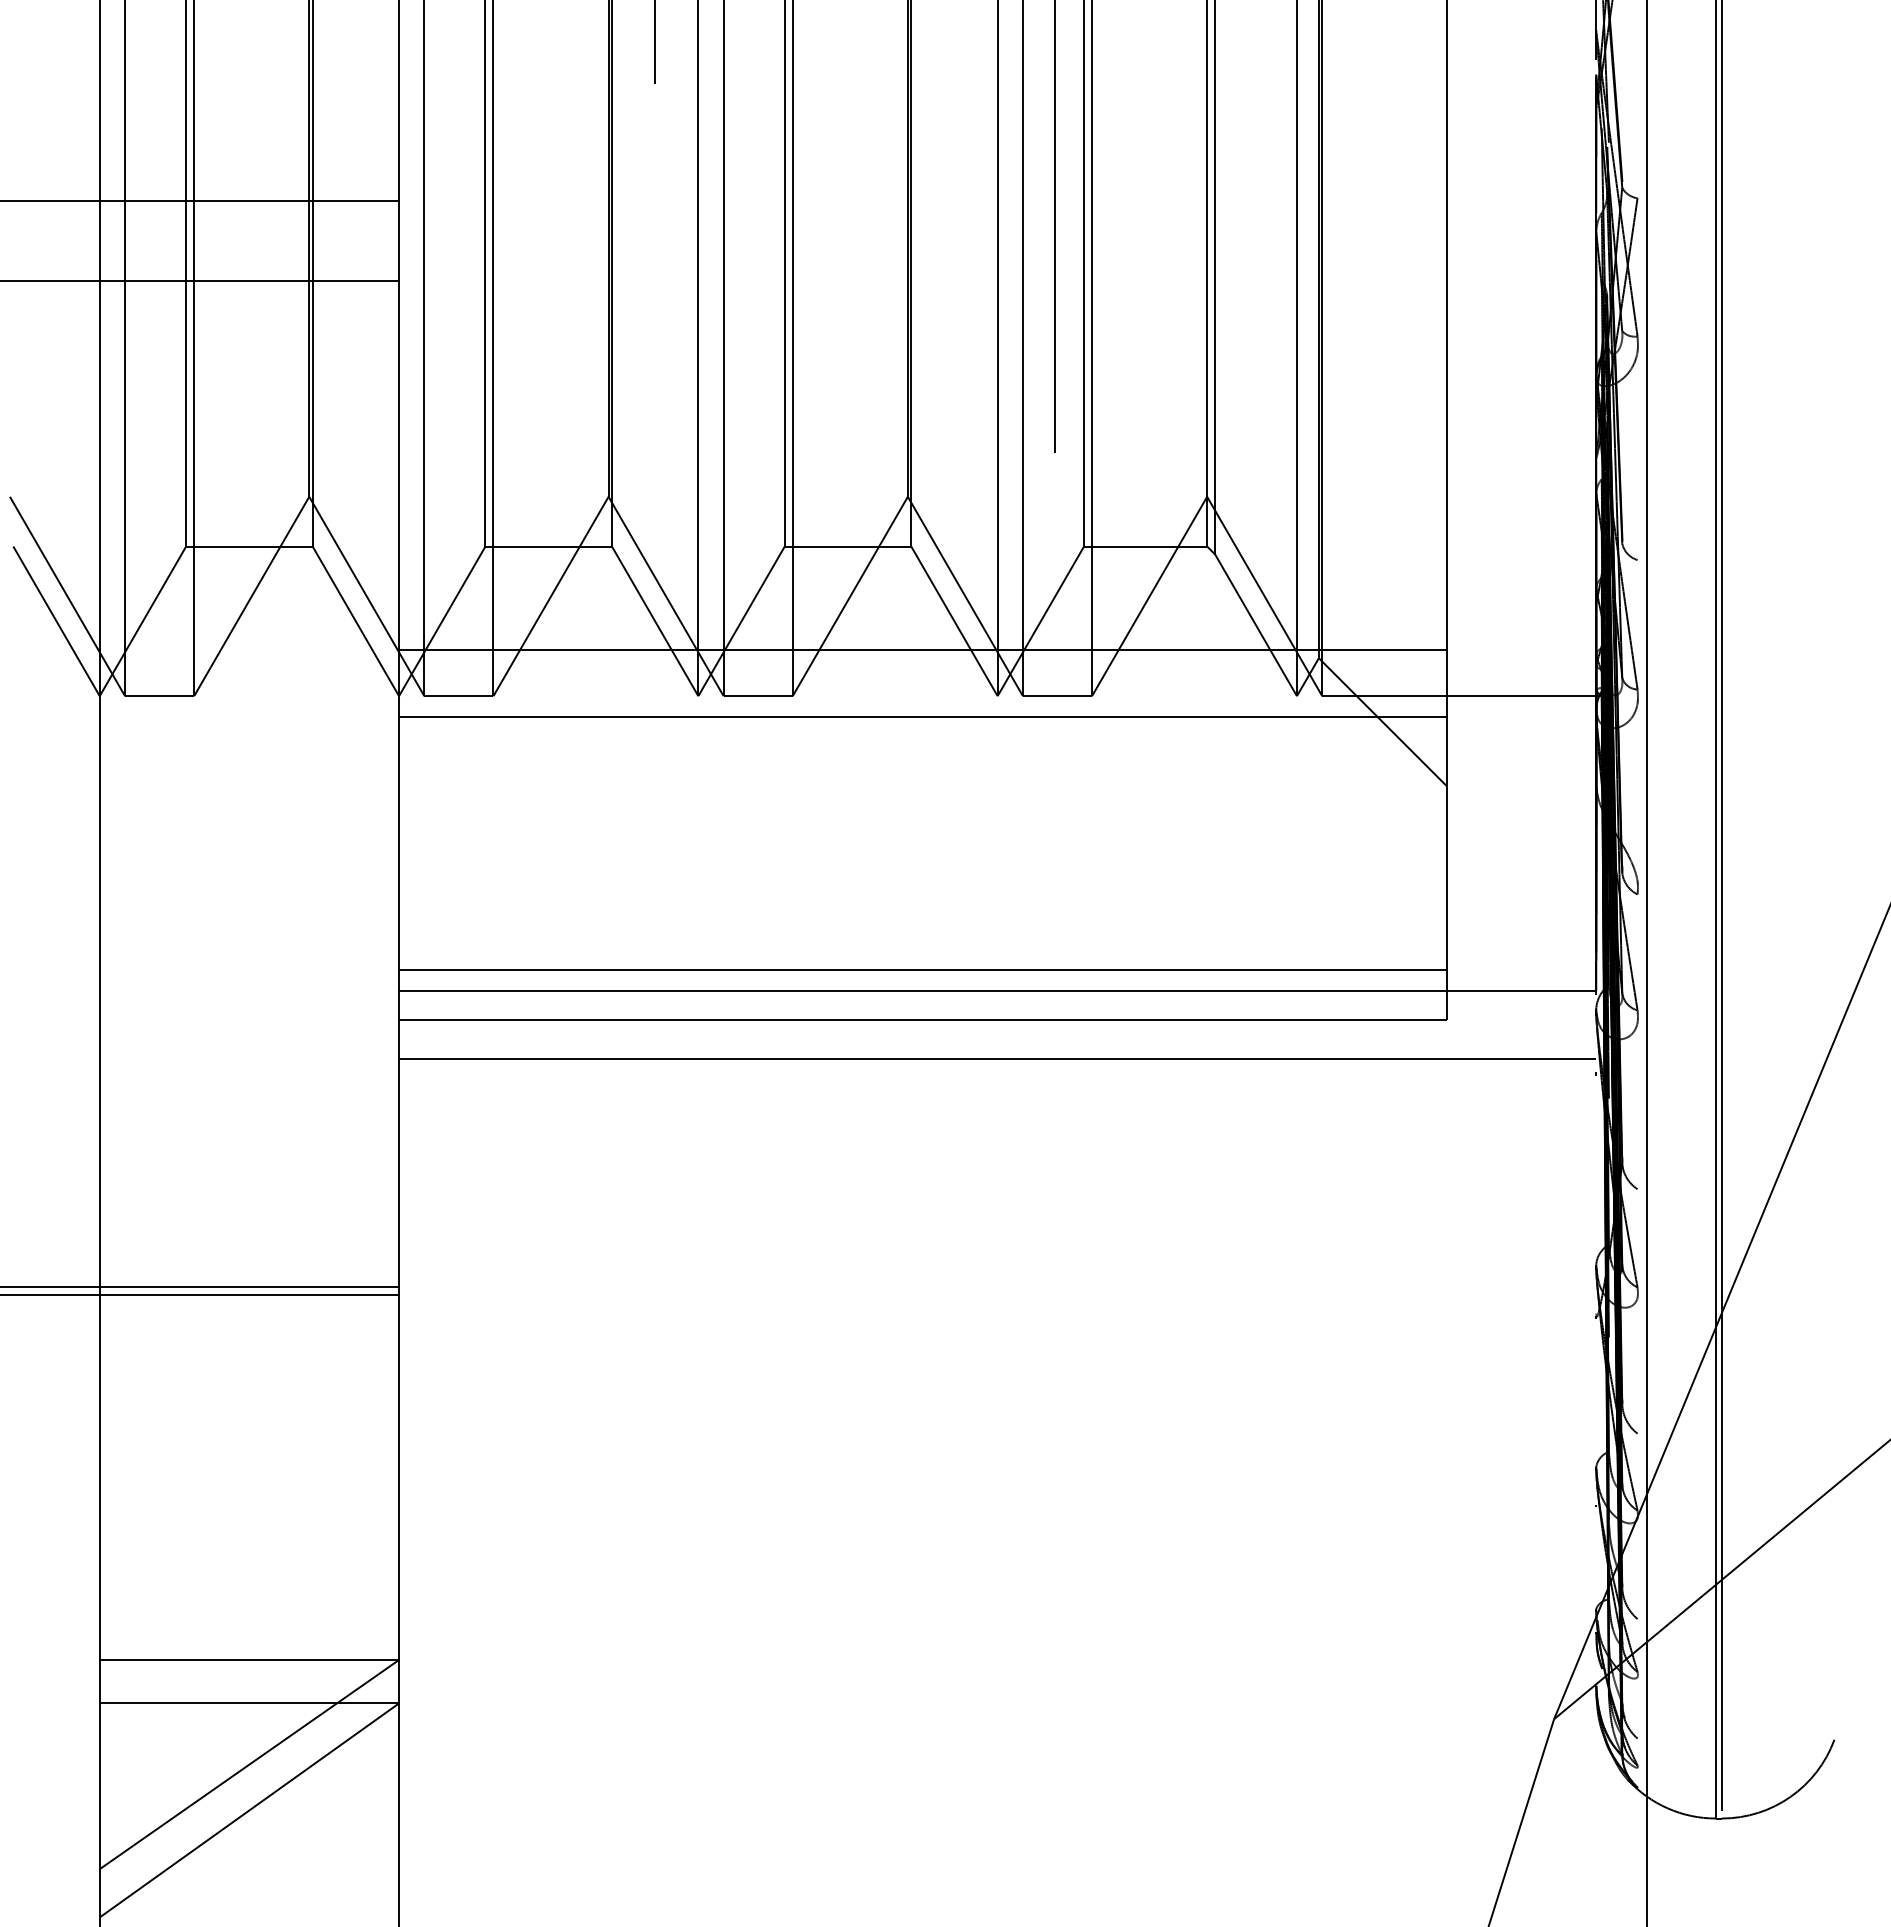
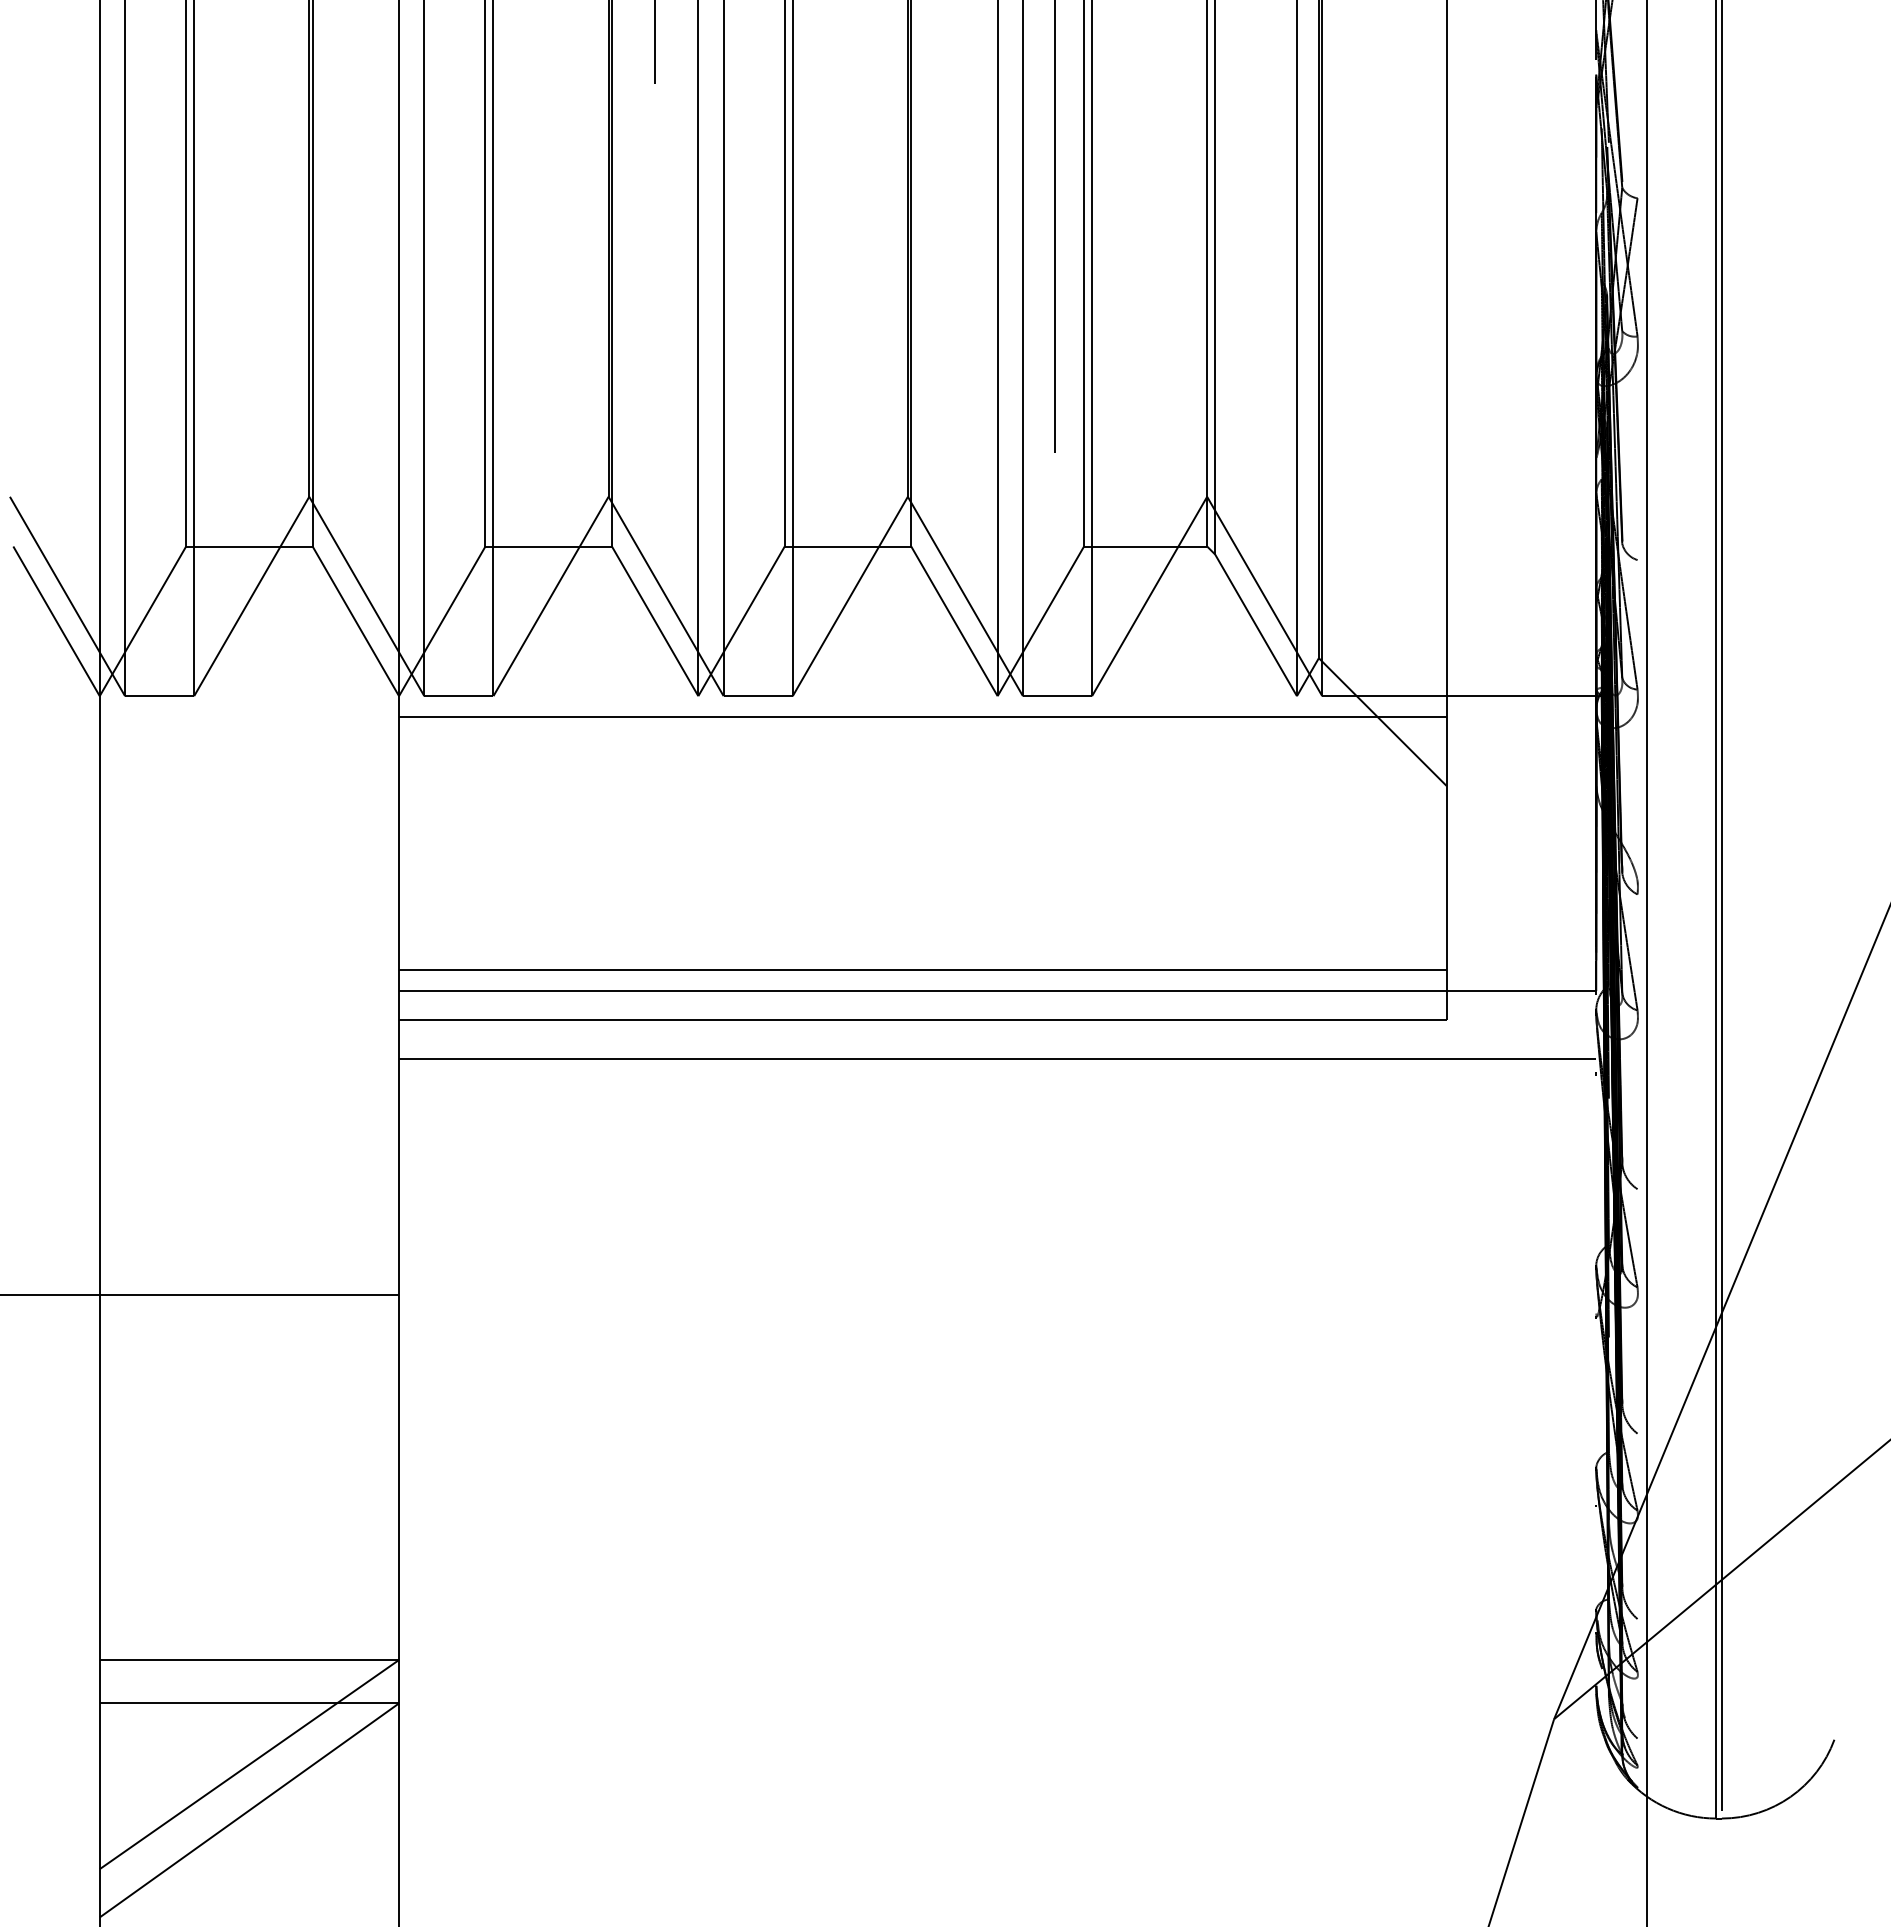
line at (200, 200): present -> none
line at (200, 280): present -> none
line at (922, 649): present -> none
line at (200, 1287): present -> none
